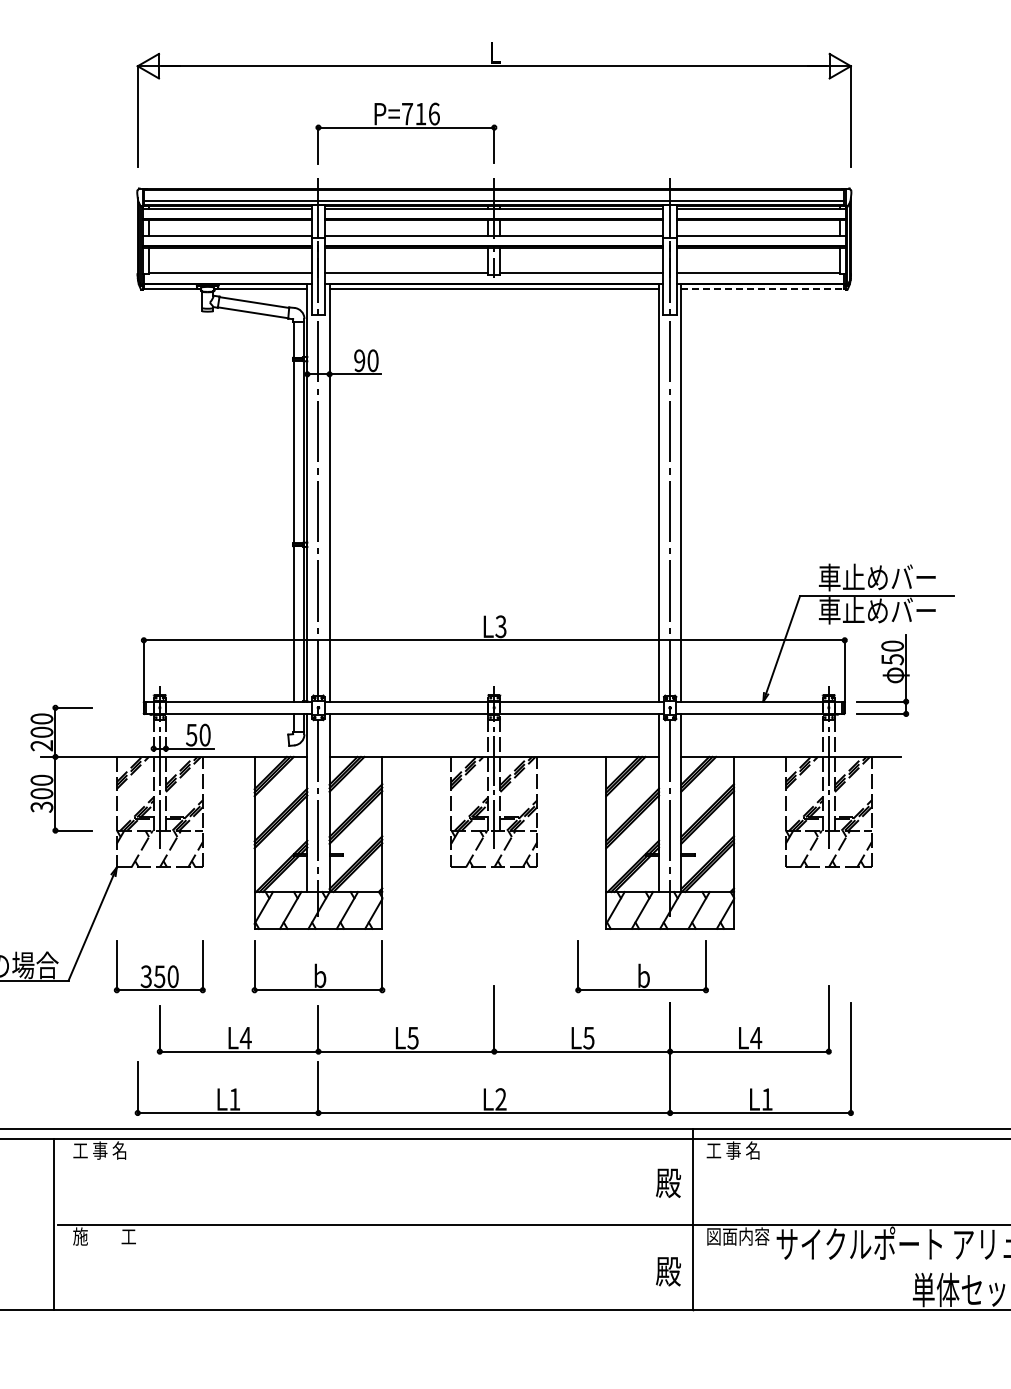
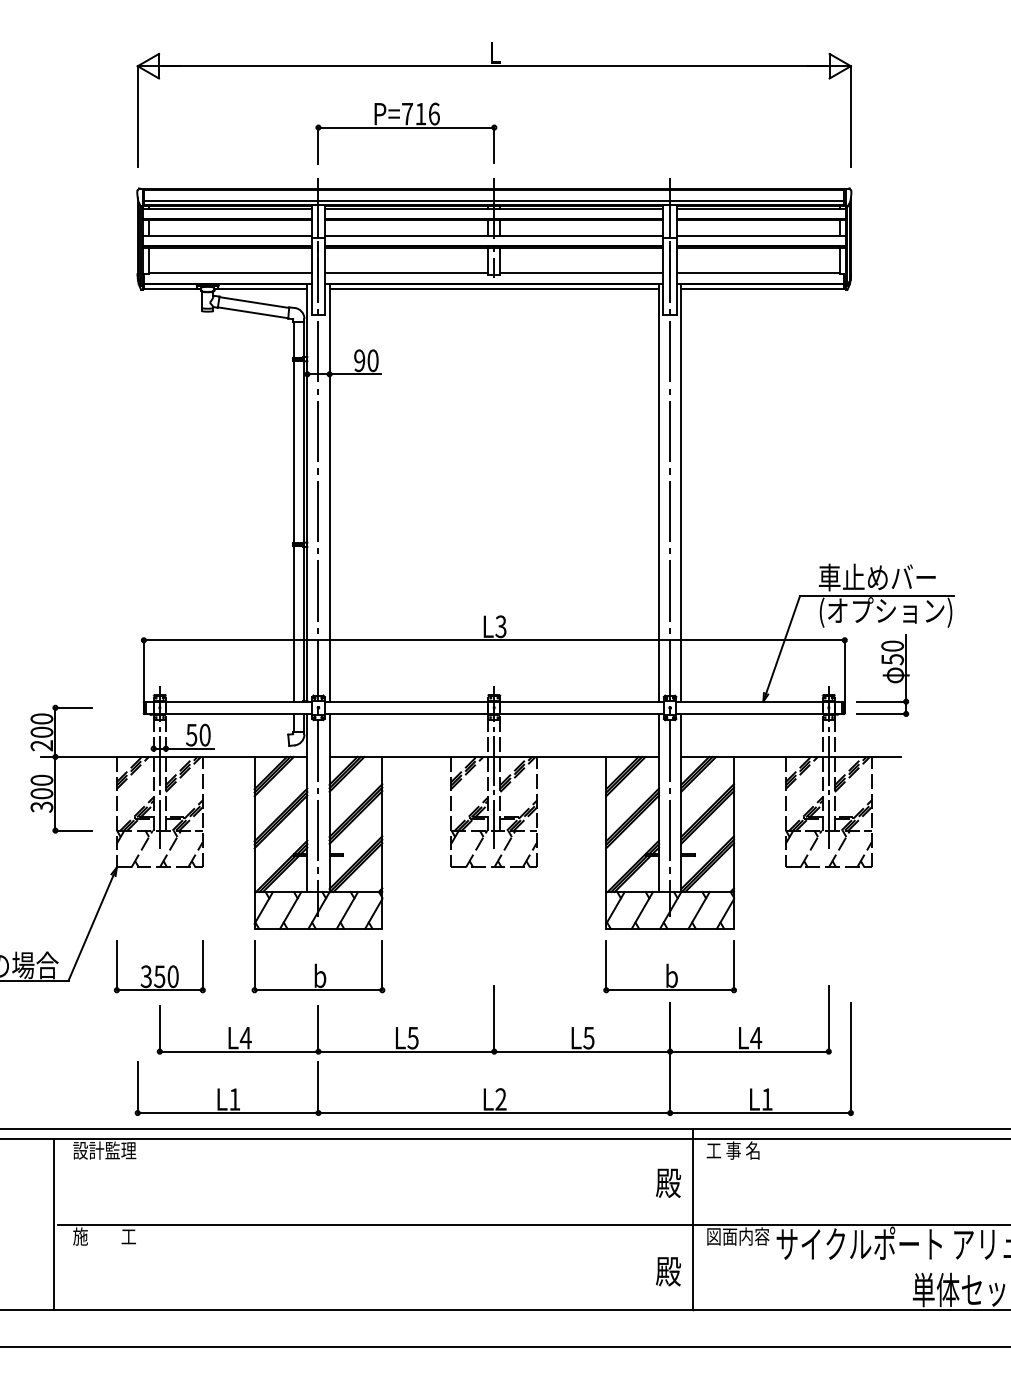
line at (764, 288): dashed -> solid
text at (885, 612): 車止めバー -> (オプション)
part at (641, 966) position: (641, 966) -> (669, 966)
text at (104, 1150): 工 事 名 -> 設計監理
line at (504, 1347): none -> present
